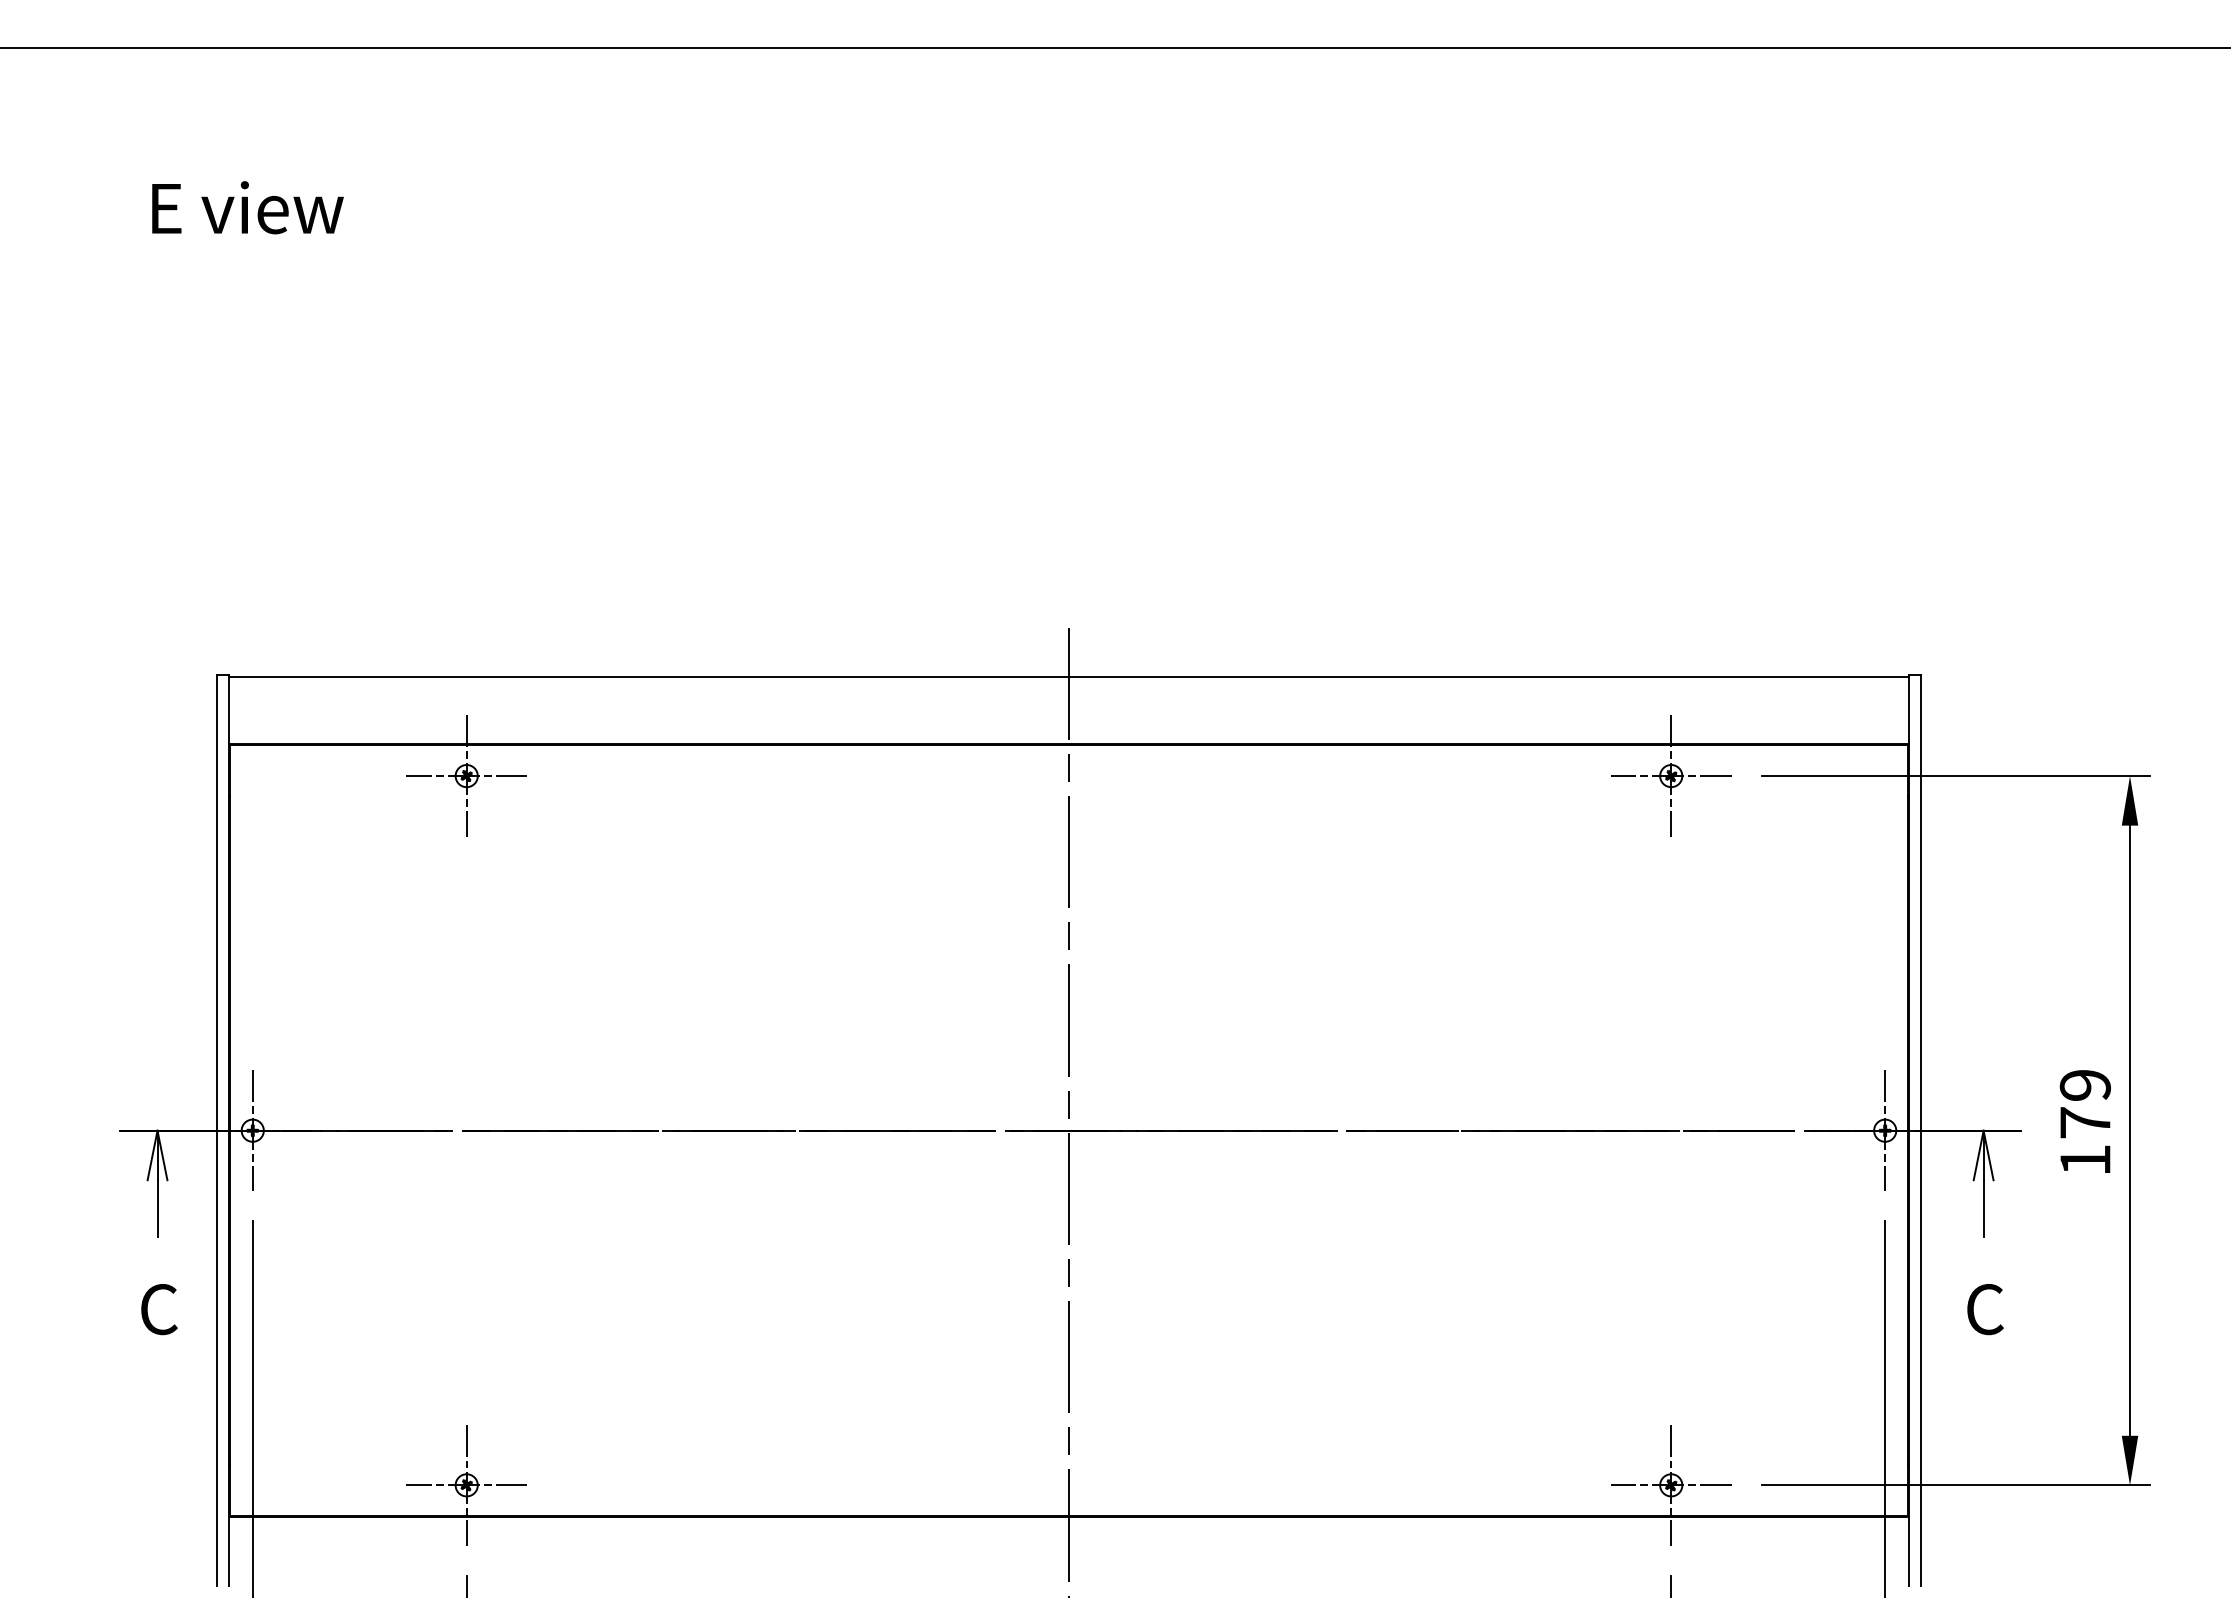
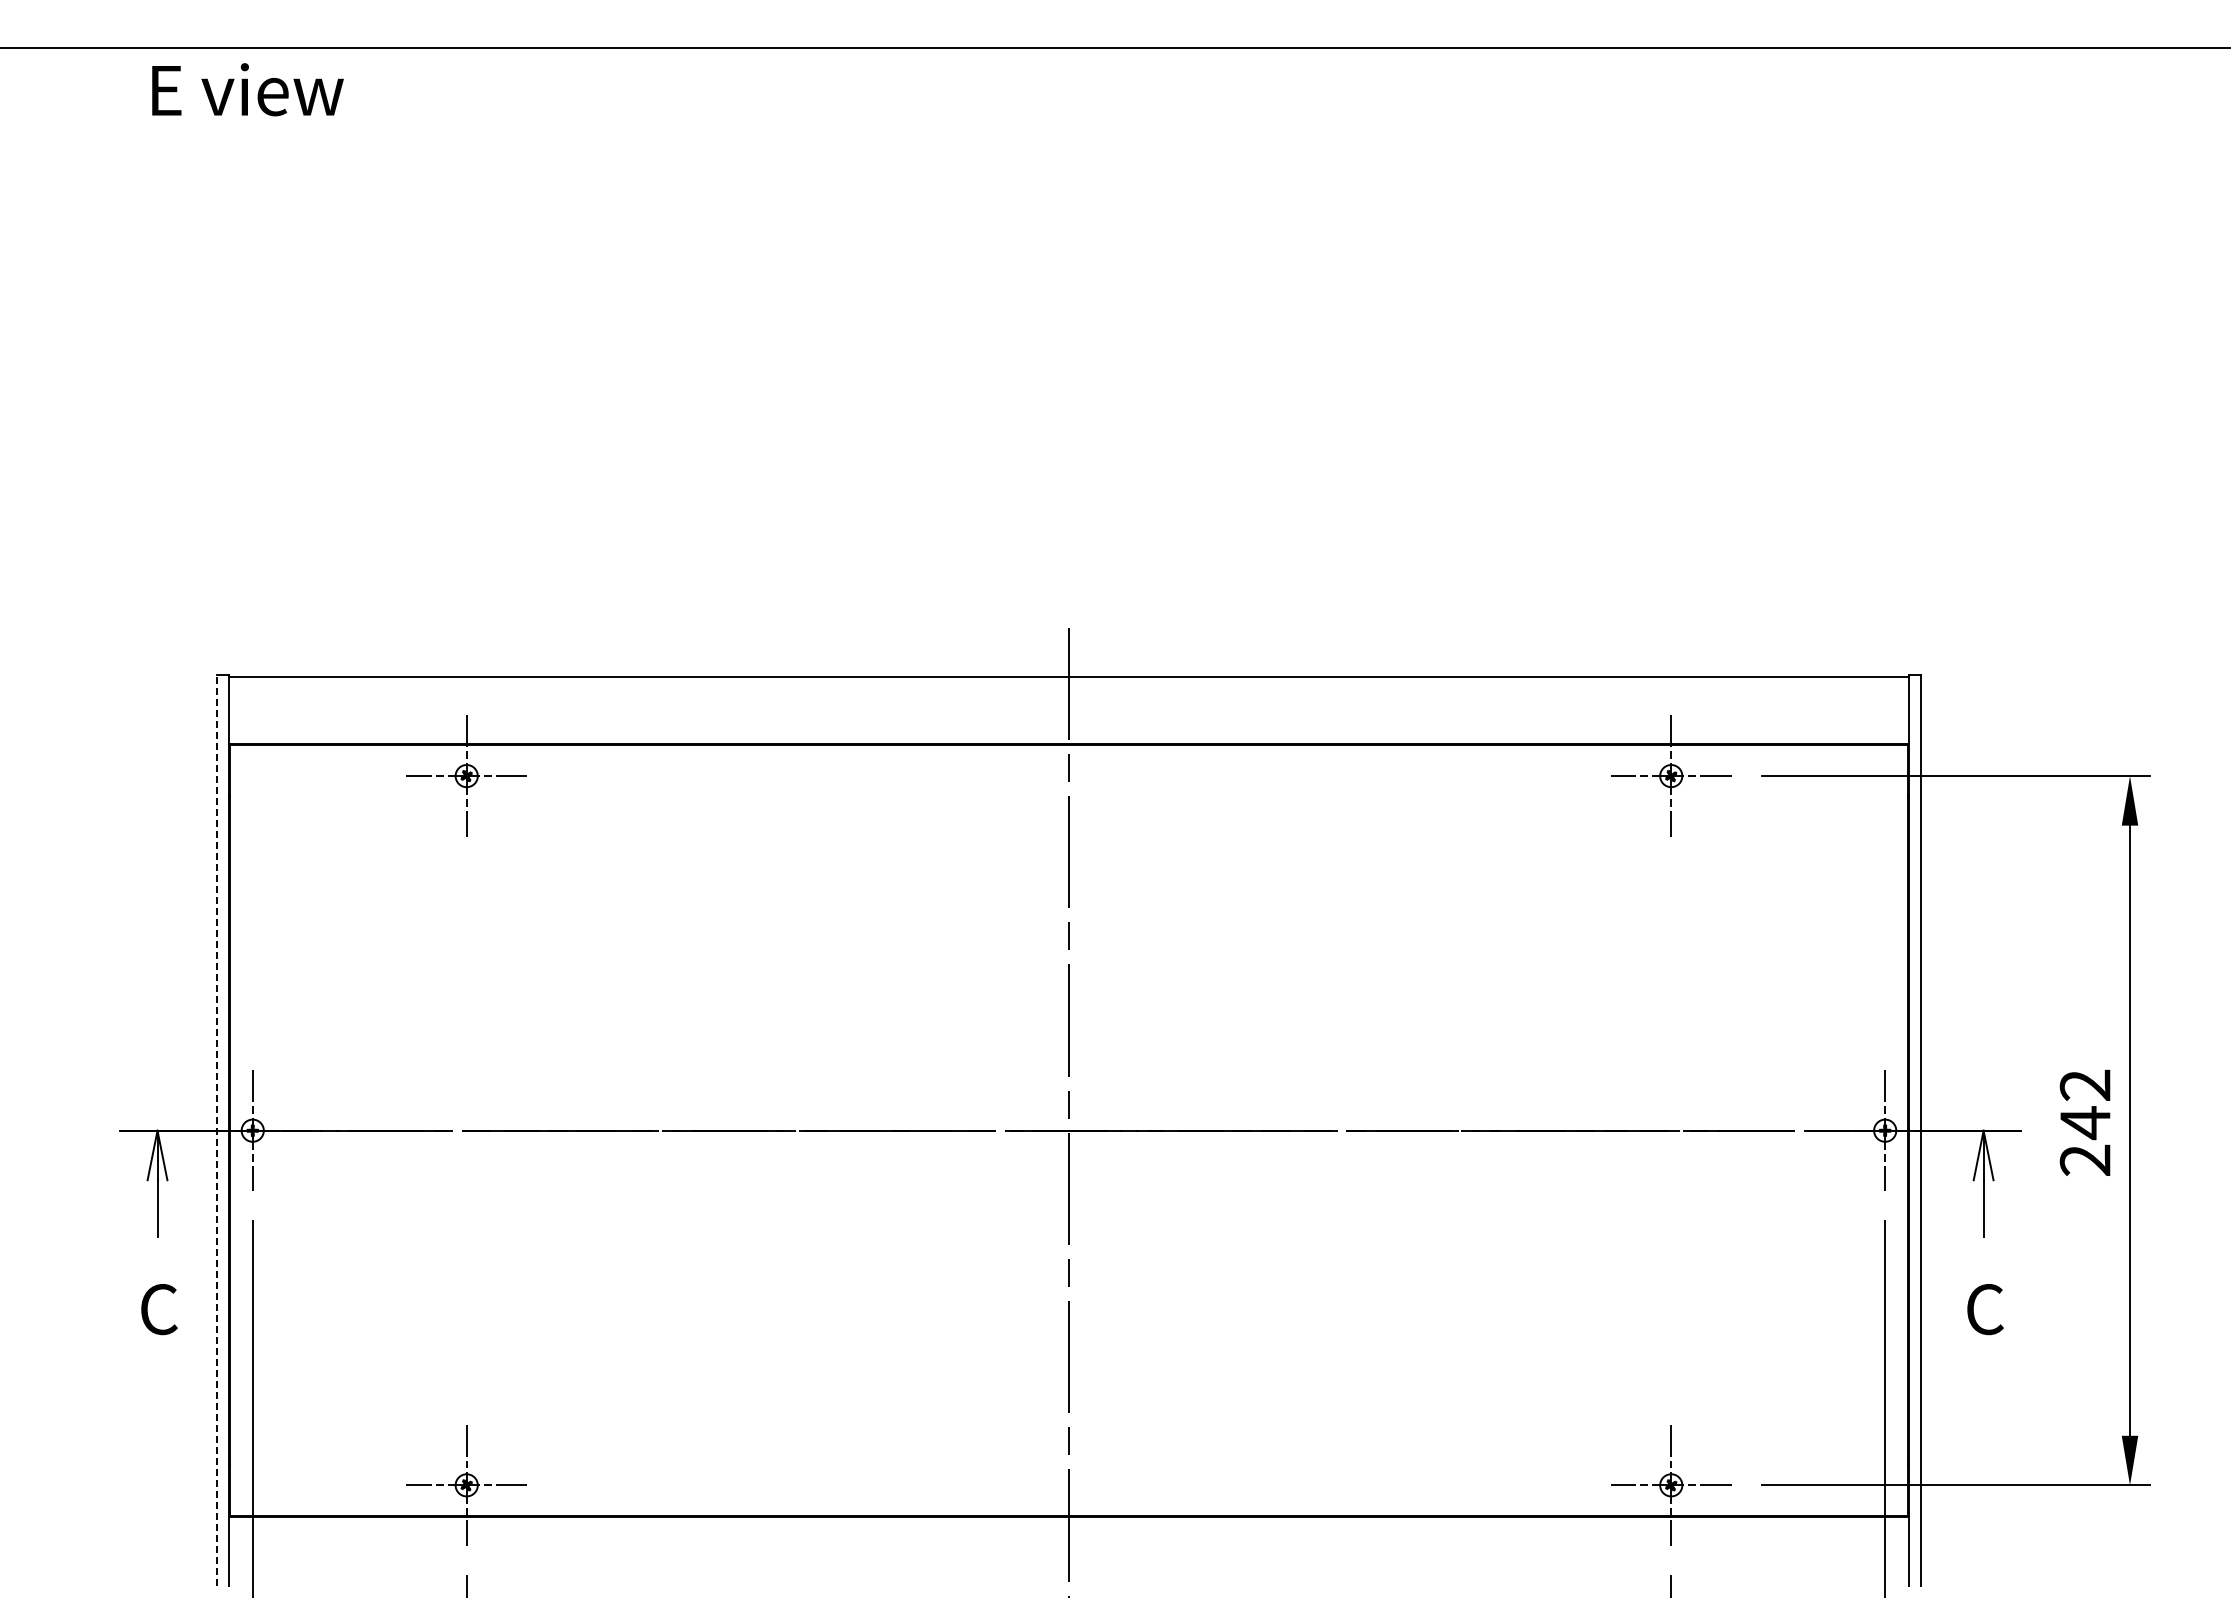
text at (247, 207) position: (247, 207) -> (247, 89)
text at (2084, 1122): 179 -> 242
line at (217, 1130): solid -> dashed
